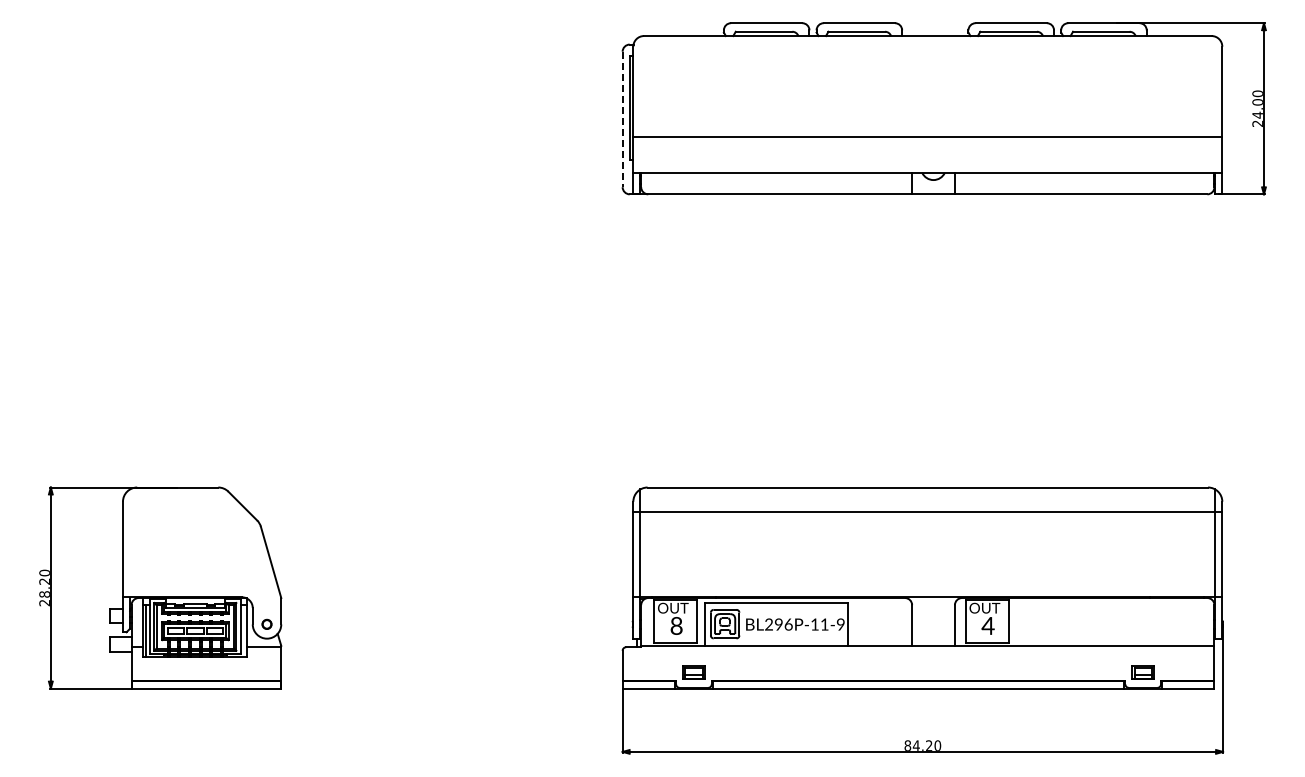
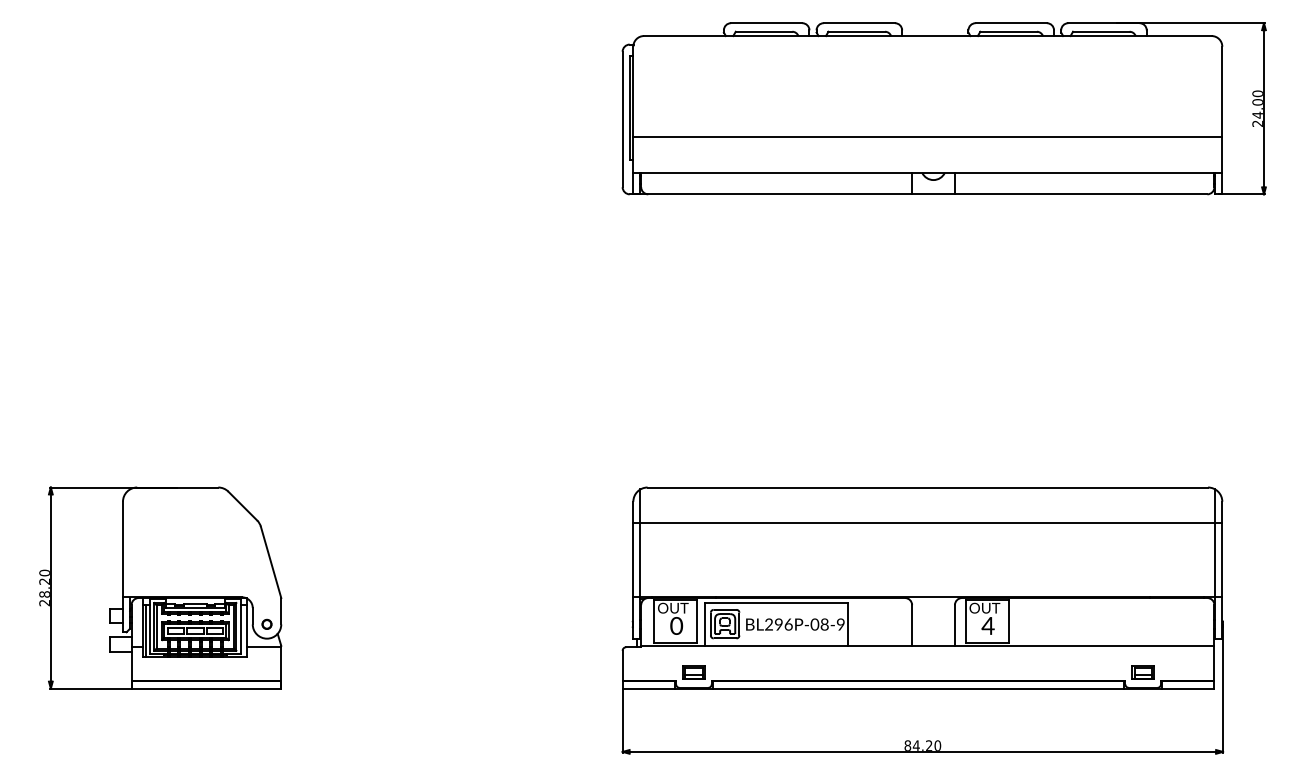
line at (622, 119): dashed -> solid
line at (927, 512) position: (927, 512) -> (927, 523)
text at (819, 624): BL296P-11-9 -> BL296P-08-9
text at (676, 626): 8 -> 0
